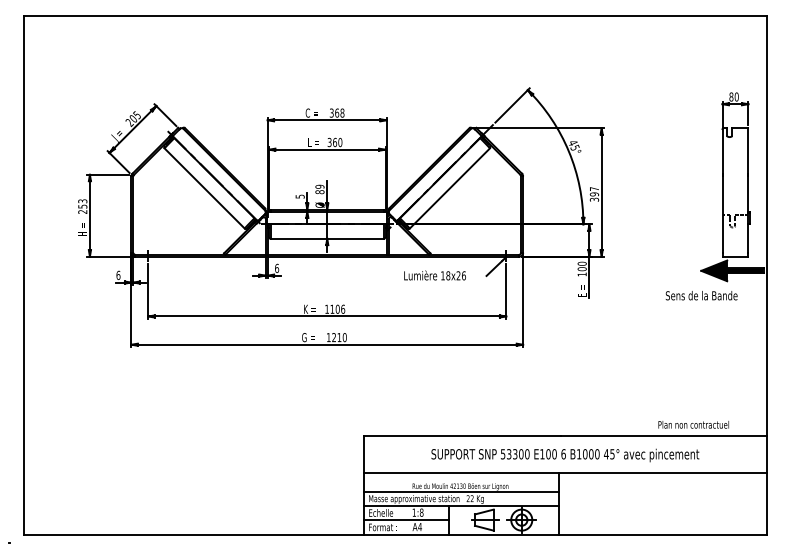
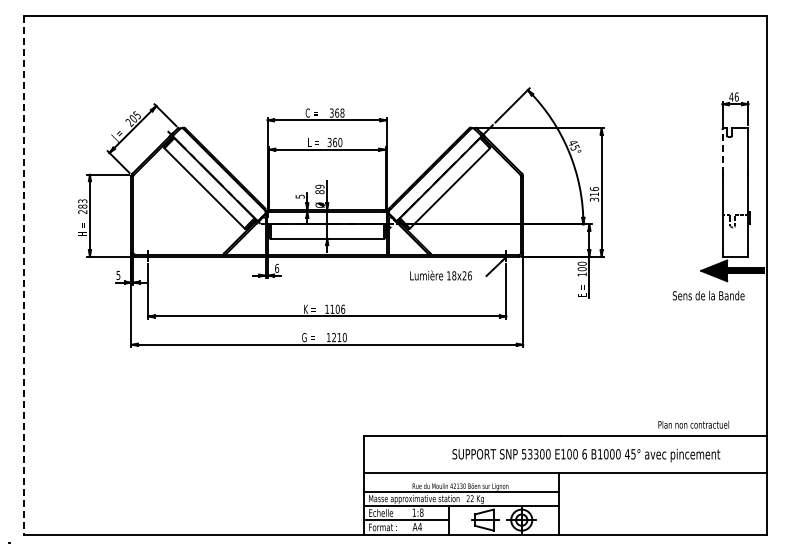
text at (733, 96): 80 -> 46
line at (722, 150): solid -> dashed
text at (593, 191): 397 -> 316
text at (82, 206): 253 -> 283
text at (118, 274): 6 -> 5
line at (23, 275): solid -> dashed
text at (434, 275) position: (434, 275) -> (440, 275)
text at (701, 295) position: (701, 295) -> (708, 295)
text at (565, 455) position: (565, 455) -> (586, 455)
